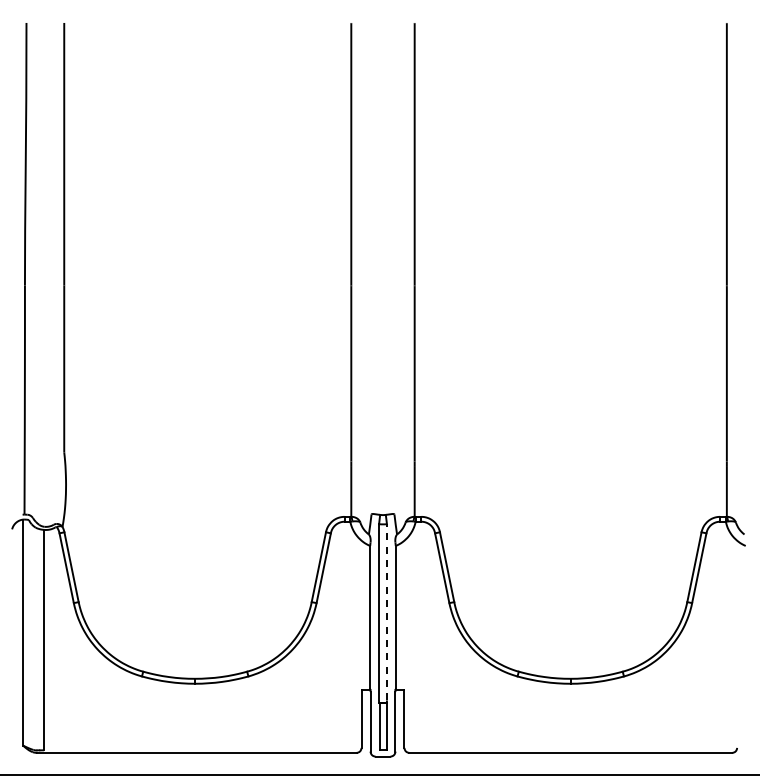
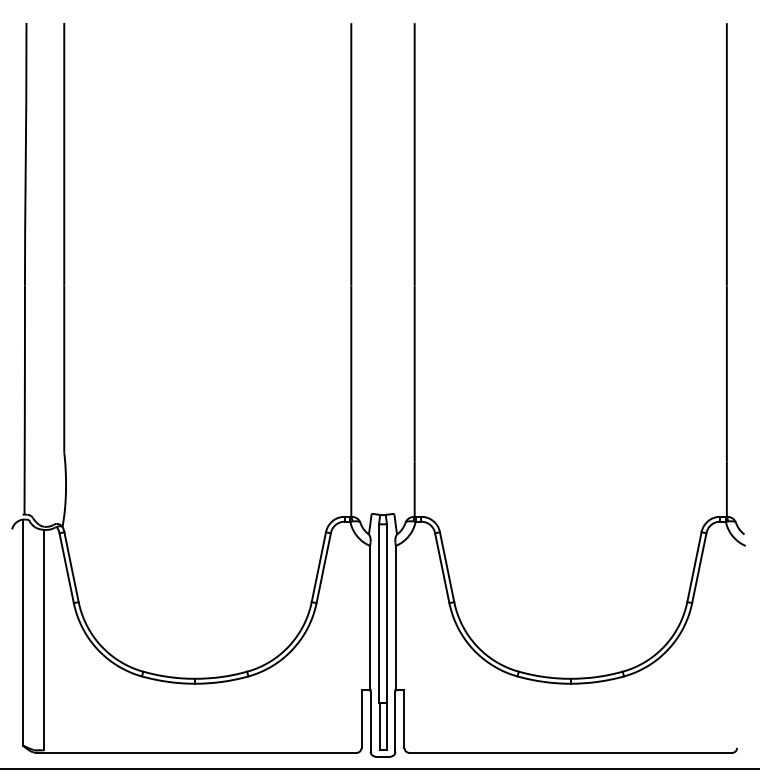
line at (386, 611): dashed -> solid
line at (379, 775) position: (379, 775) -> (379, 769)
